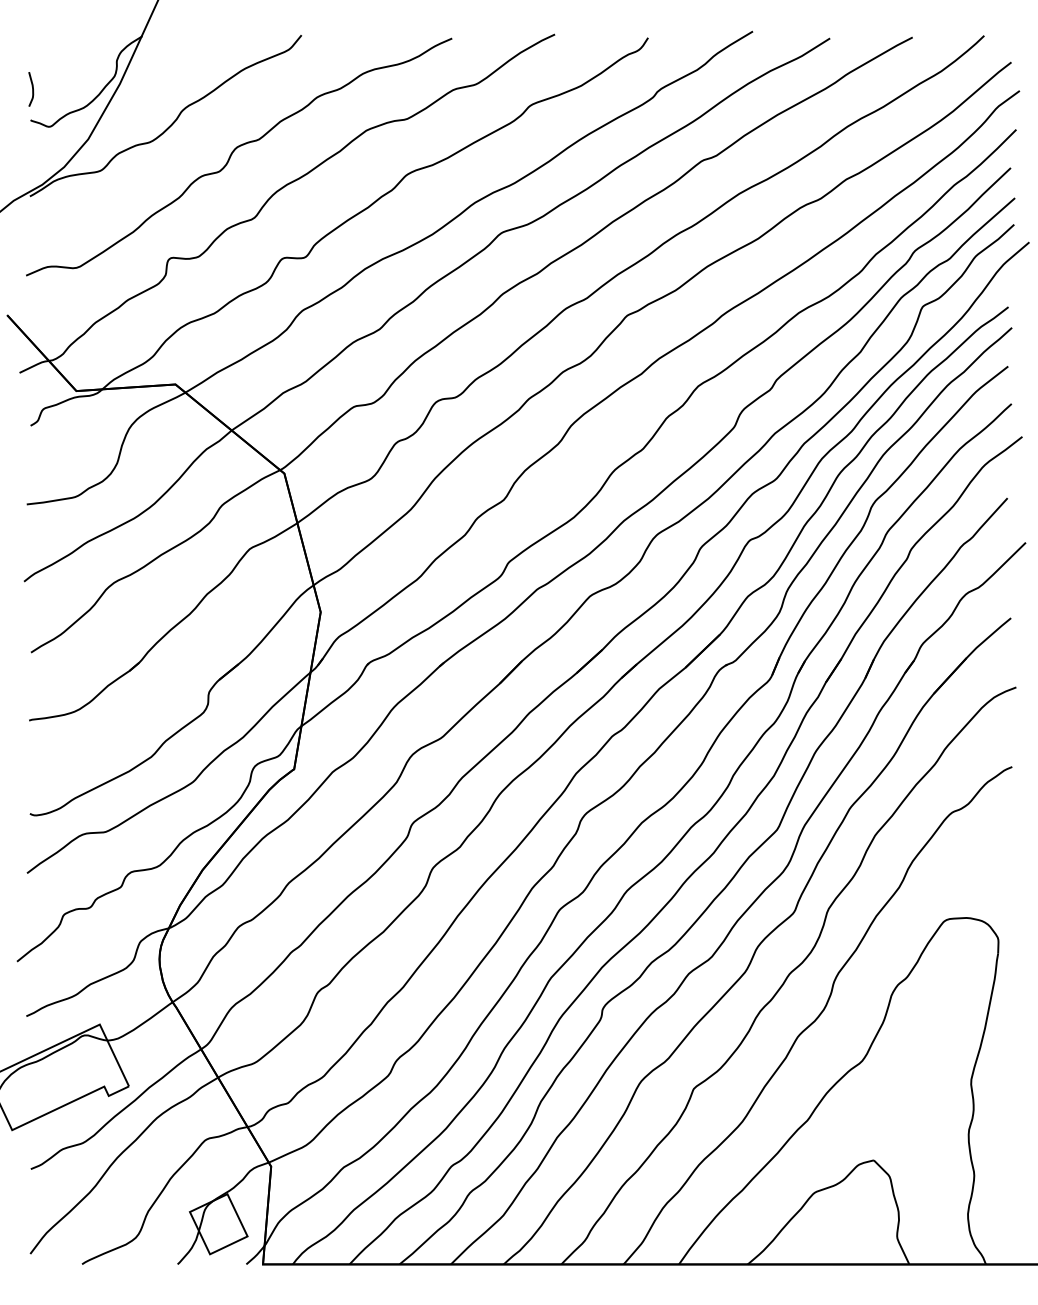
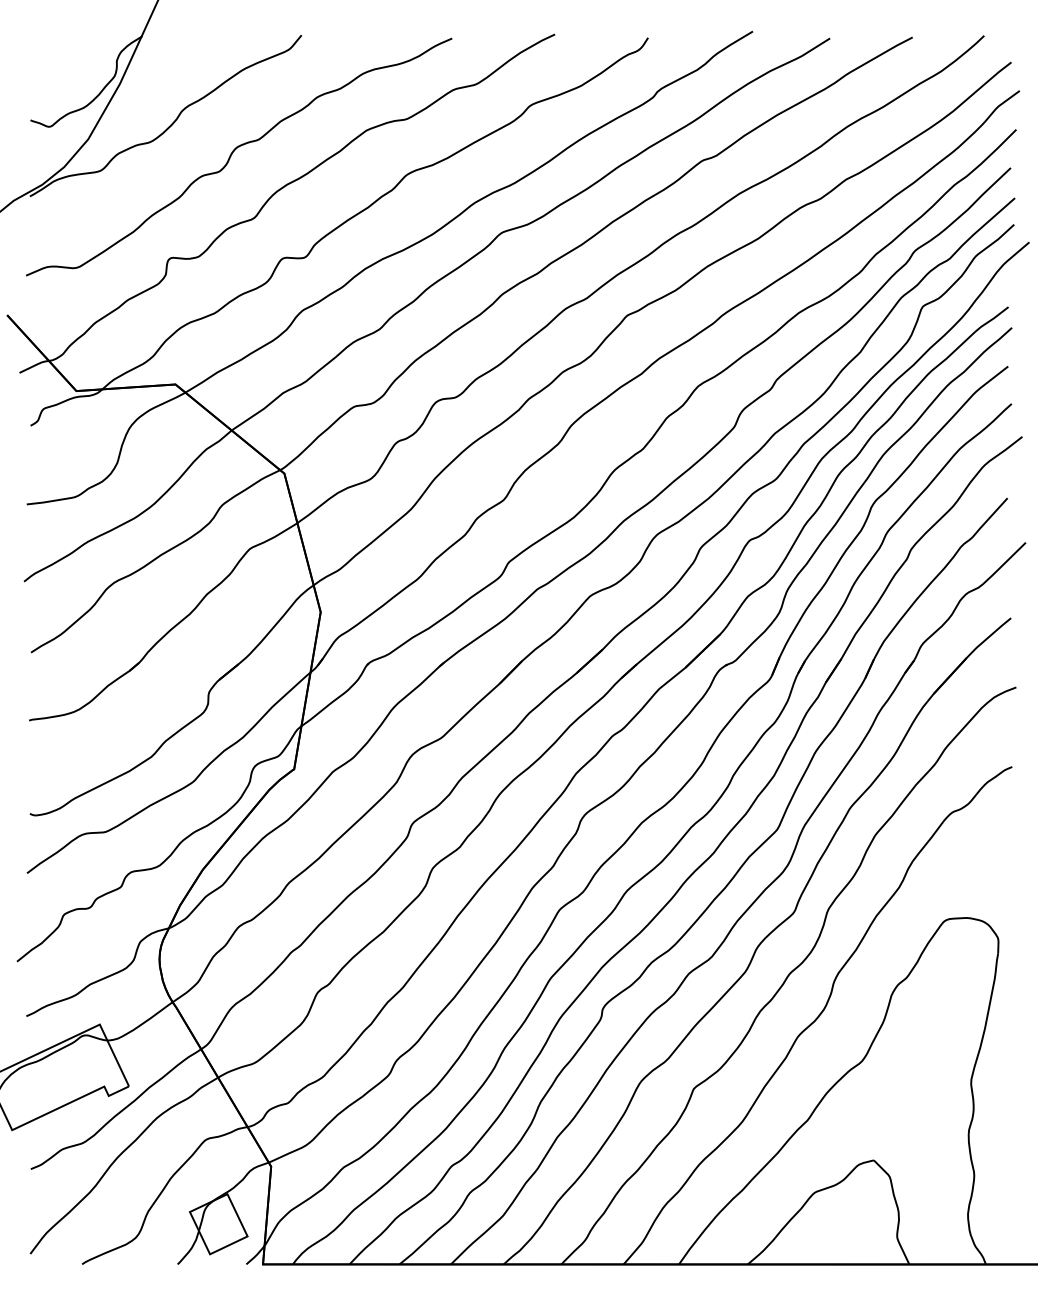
curve at (32, 89): present -> none
